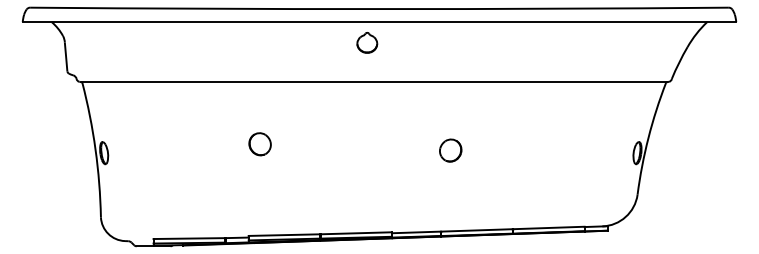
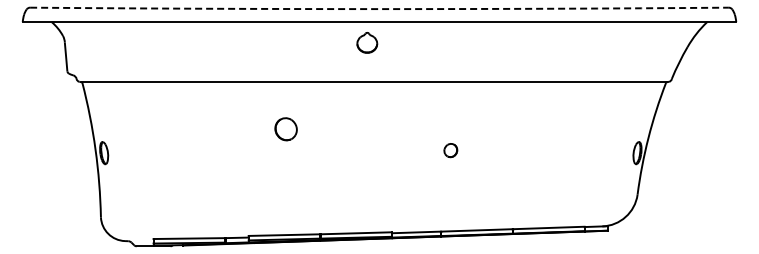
arc at (379, 9): solid -> dashed
part at (259, 144) position: (259, 144) -> (285, 129)
part at (450, 150) size: 24x25 px -> 16x16 px
